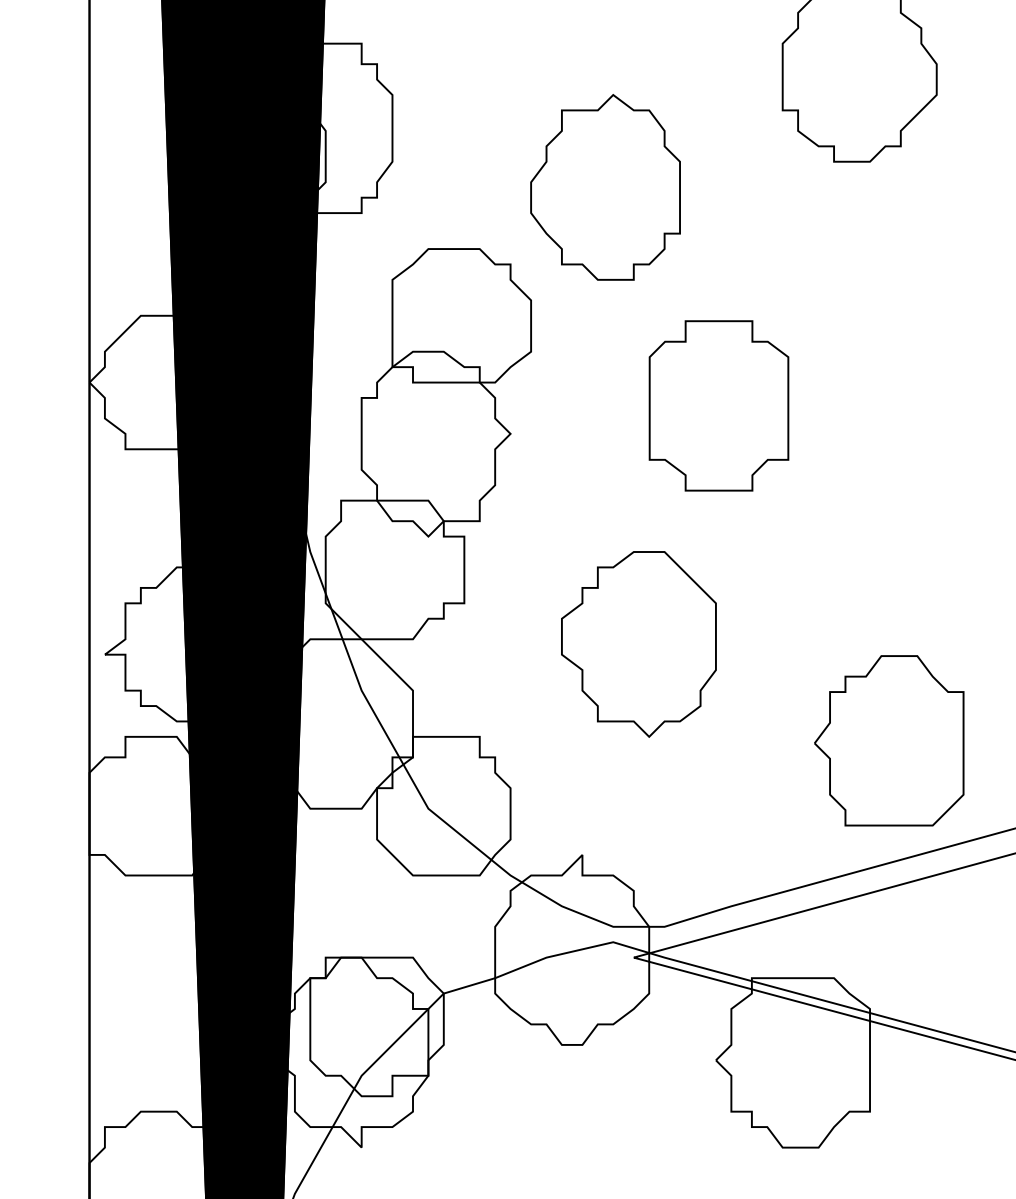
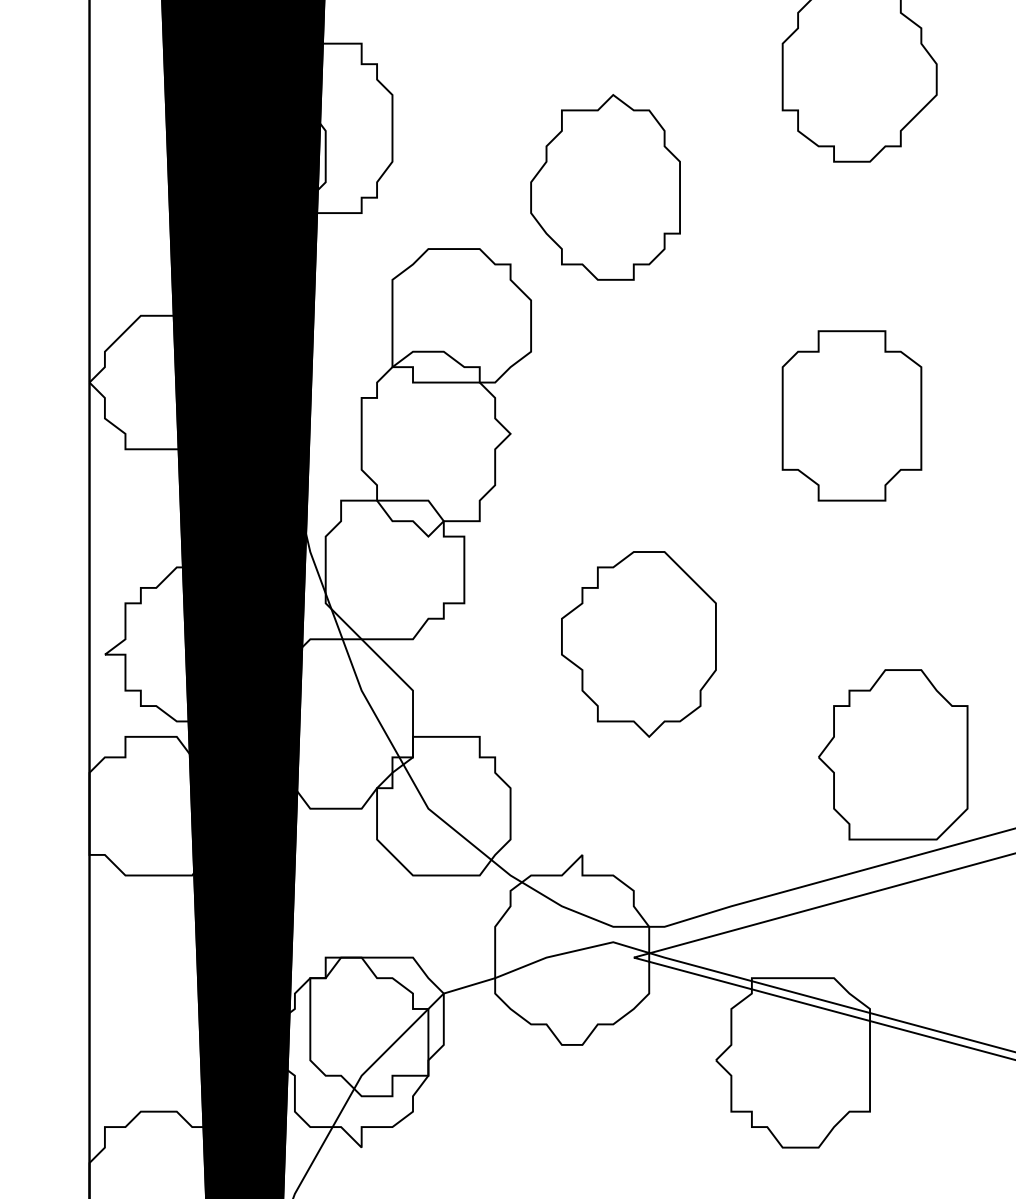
part at (718, 405) position: (718, 405) -> (851, 415)
part at (889, 740) position: (889, 740) -> (893, 754)
